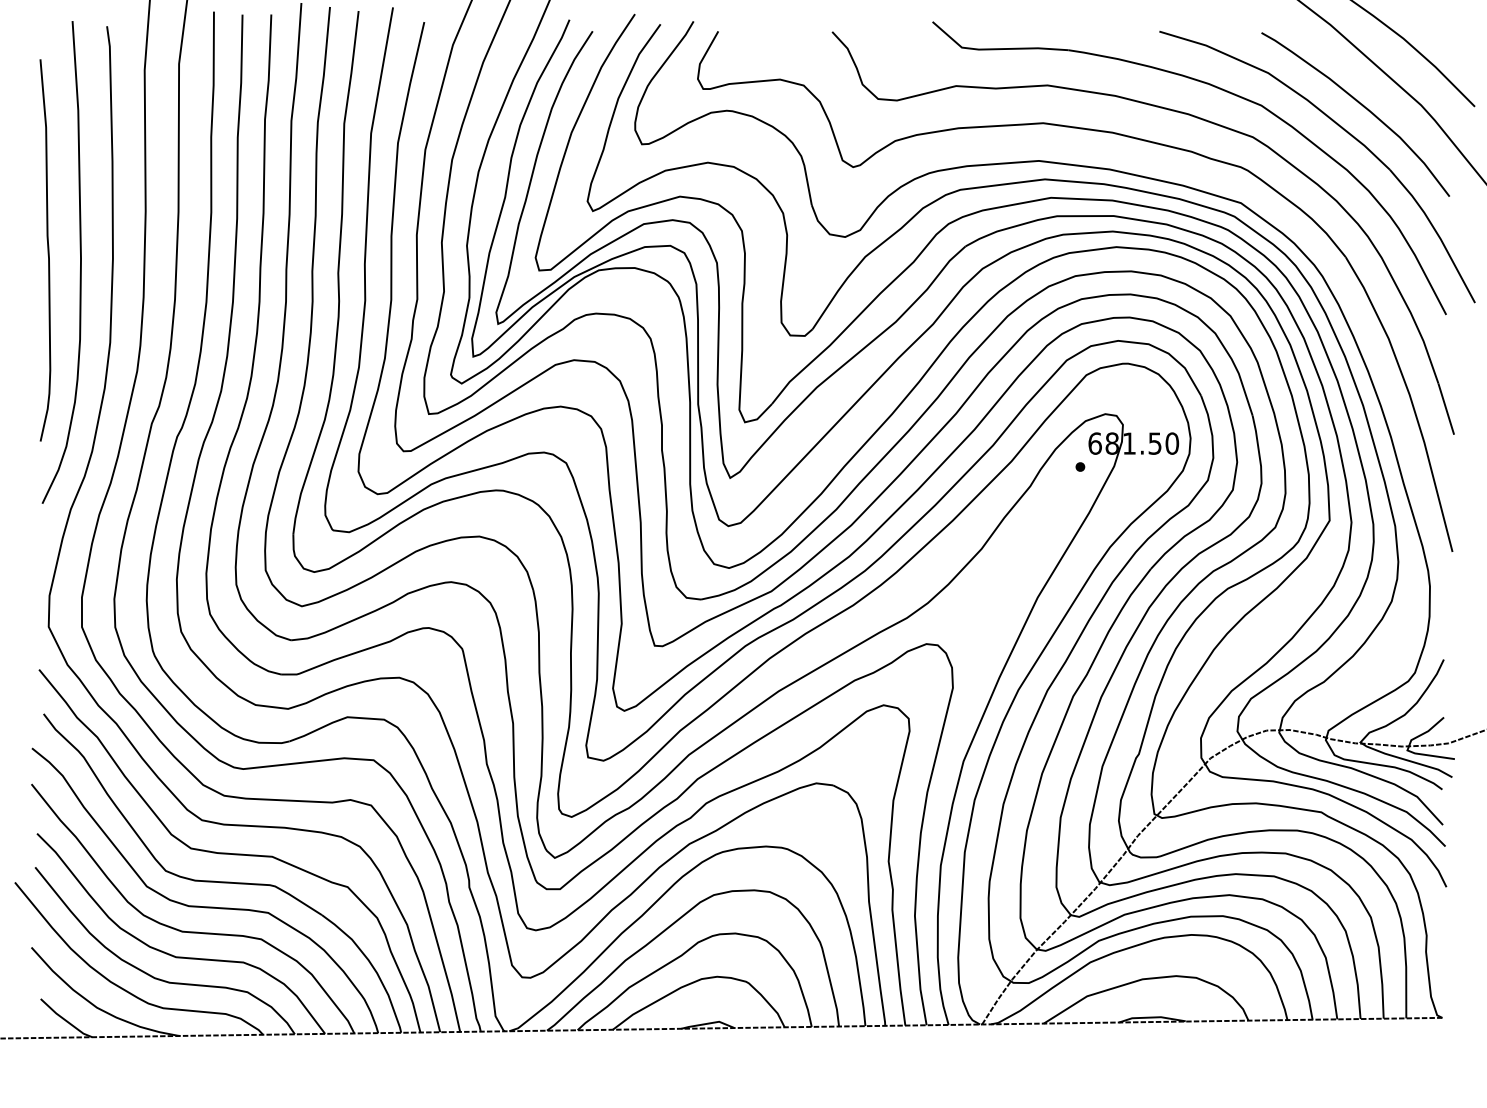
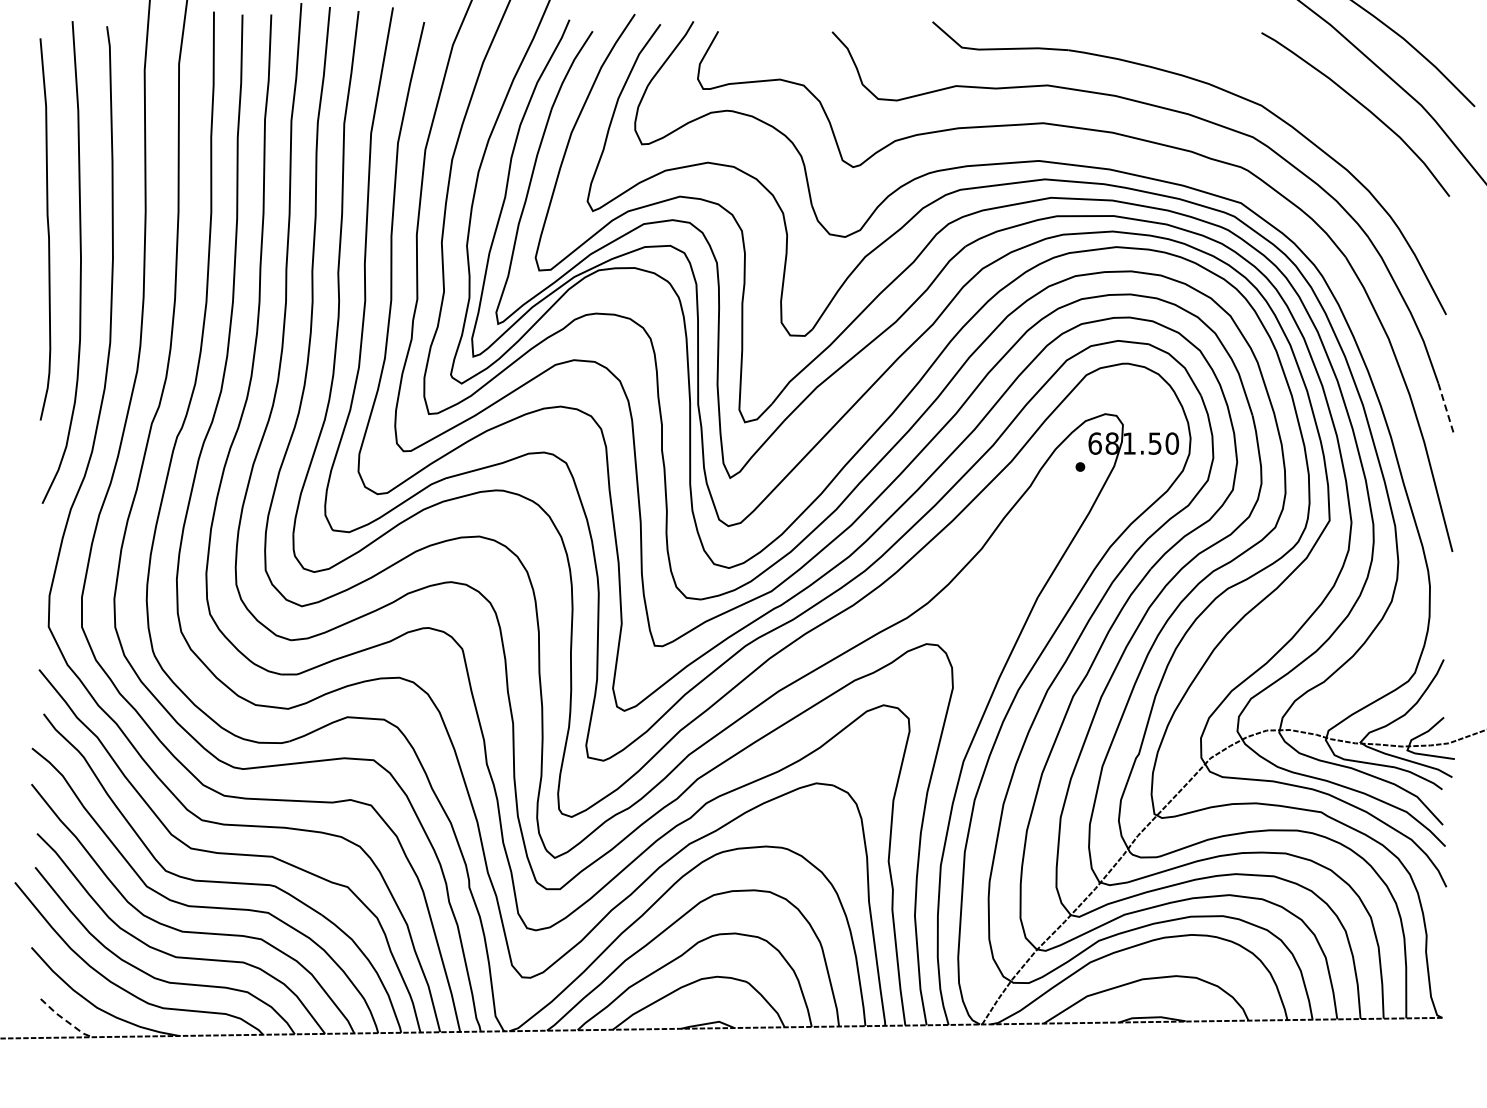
part at (1343, 130): present -> none
curve at (47, 250) position: (47, 250) -> (47, 229)
line at (1446, 409): solid -> dashed
line at (65, 1020): solid -> dashed
